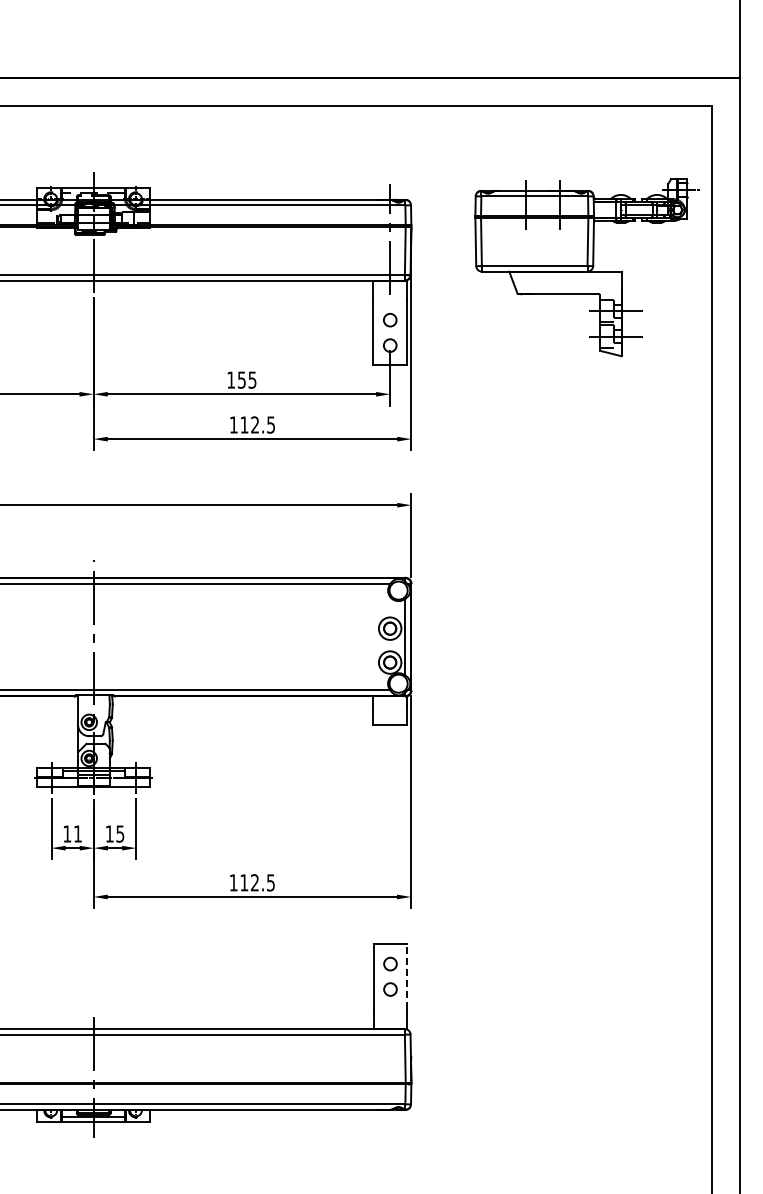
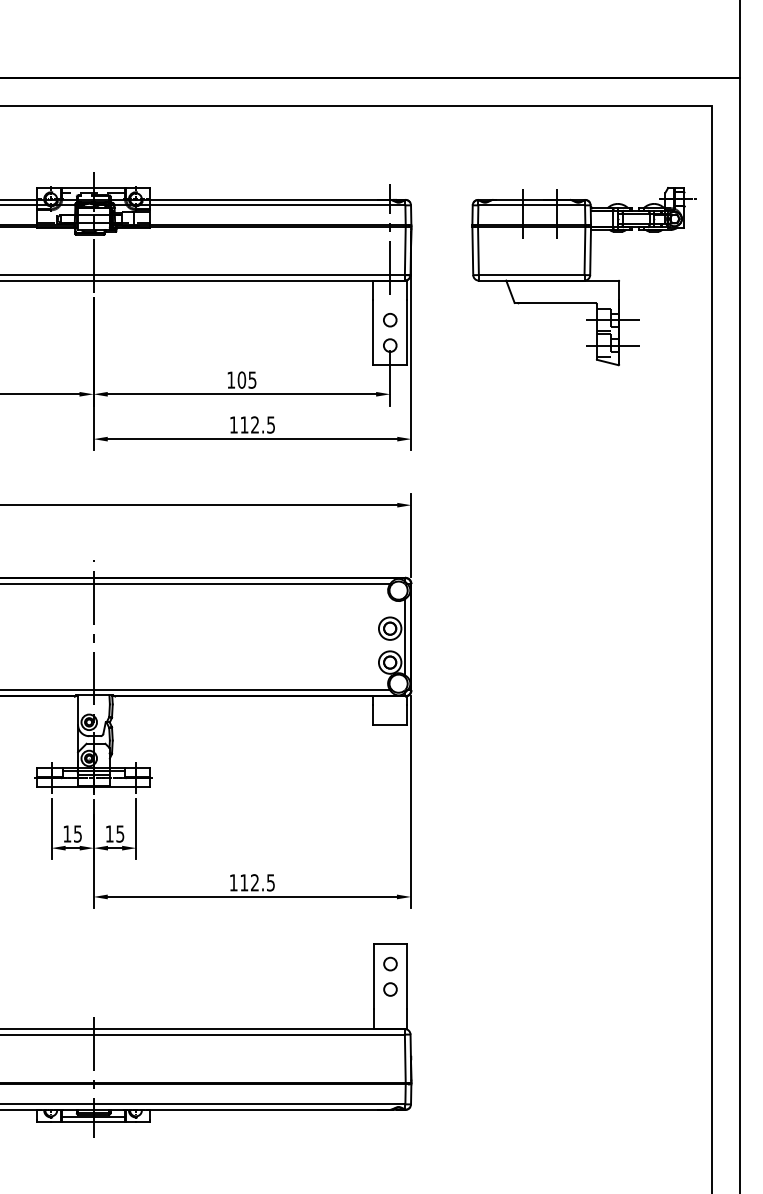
part at (586, 267) position: (586, 267) -> (583, 276)
text at (241, 379): 155 -> 105
text at (77, 833): 11 -> 15
line at (407, 976): dashed -> solid
